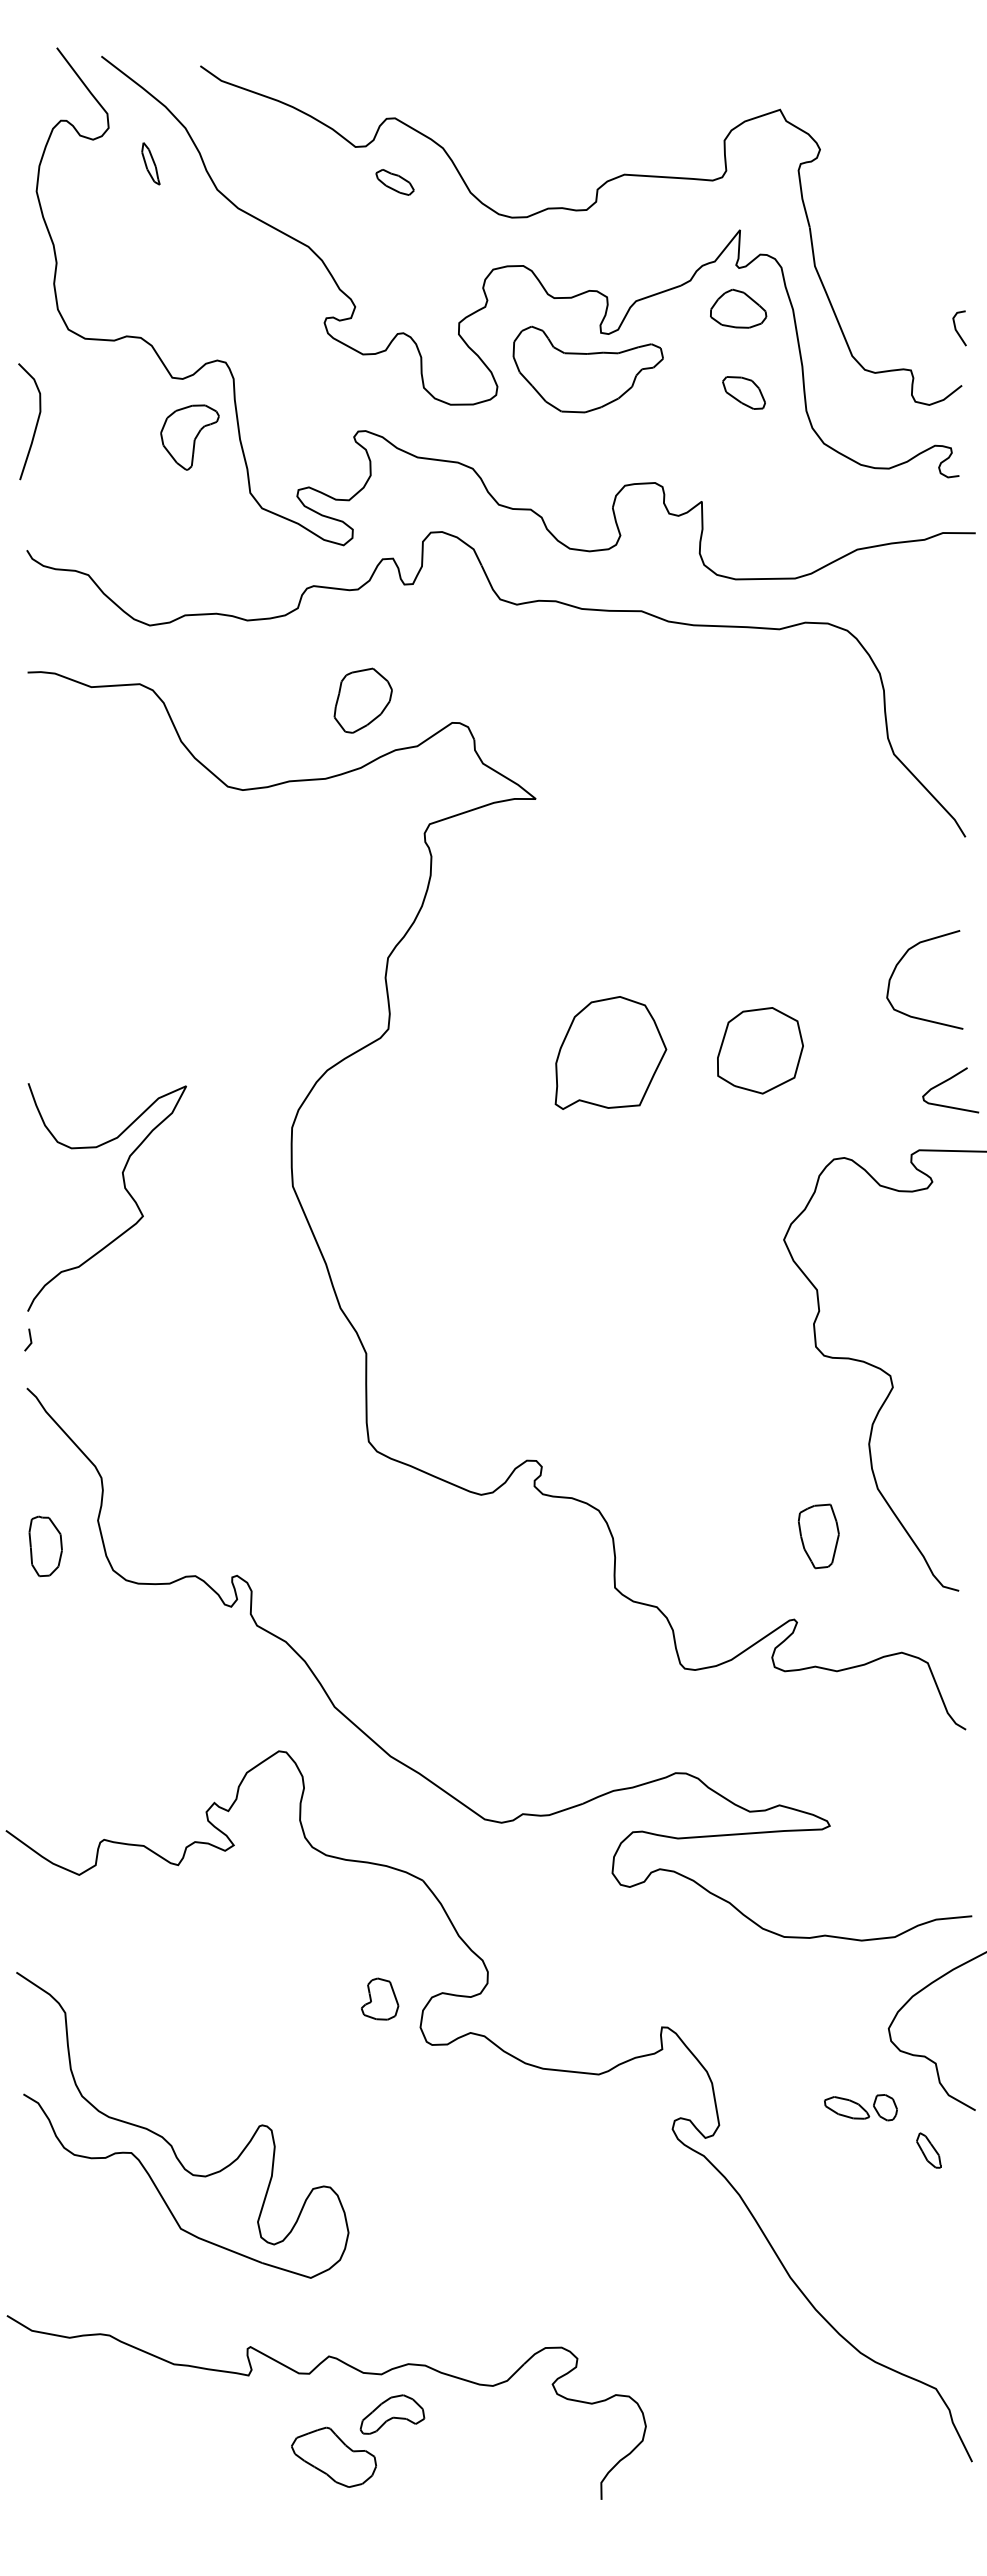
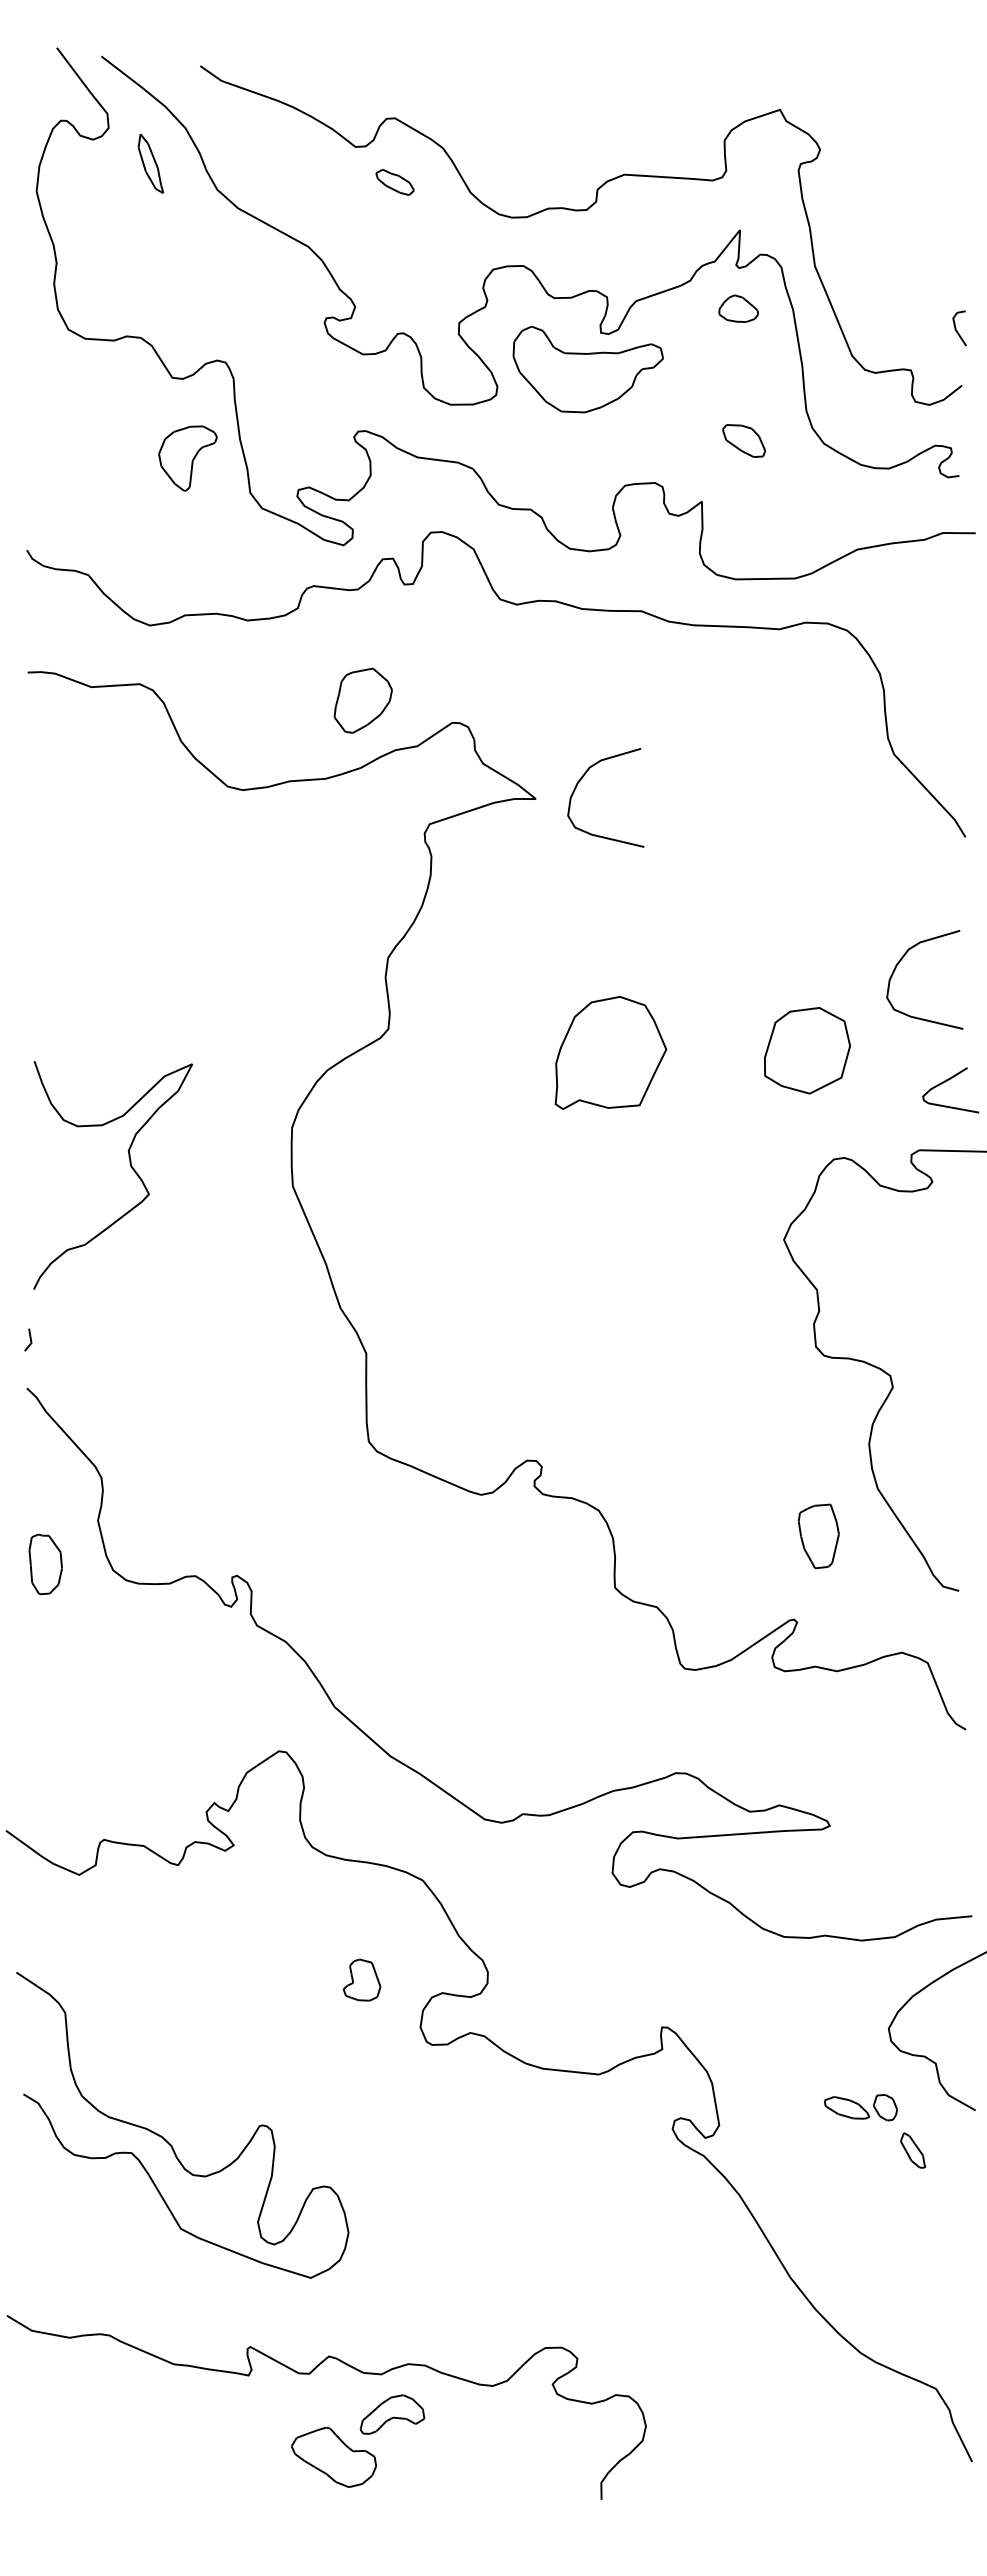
part at (150, 163) size: 20x44 px -> 28x61 px
part at (738, 308) size: 58x41 px -> 41x29 px
part at (743, 392) position: (743, 392) -> (743, 440)
curve at (36, 421): present -> none
part at (189, 437) position: (189, 437) -> (187, 458)
curve at (580, 781): none -> present
part at (760, 1050) position: (760, 1050) -> (807, 1050)
curve at (124, 1188) position: (124, 1188) -> (130, 1166)
part at (45, 1546) position: (45, 1546) -> (45, 1564)
part at (379, 1998) position: (379, 1998) -> (361, 1979)
part at (928, 2150) position: (928, 2150) -> (912, 2150)
